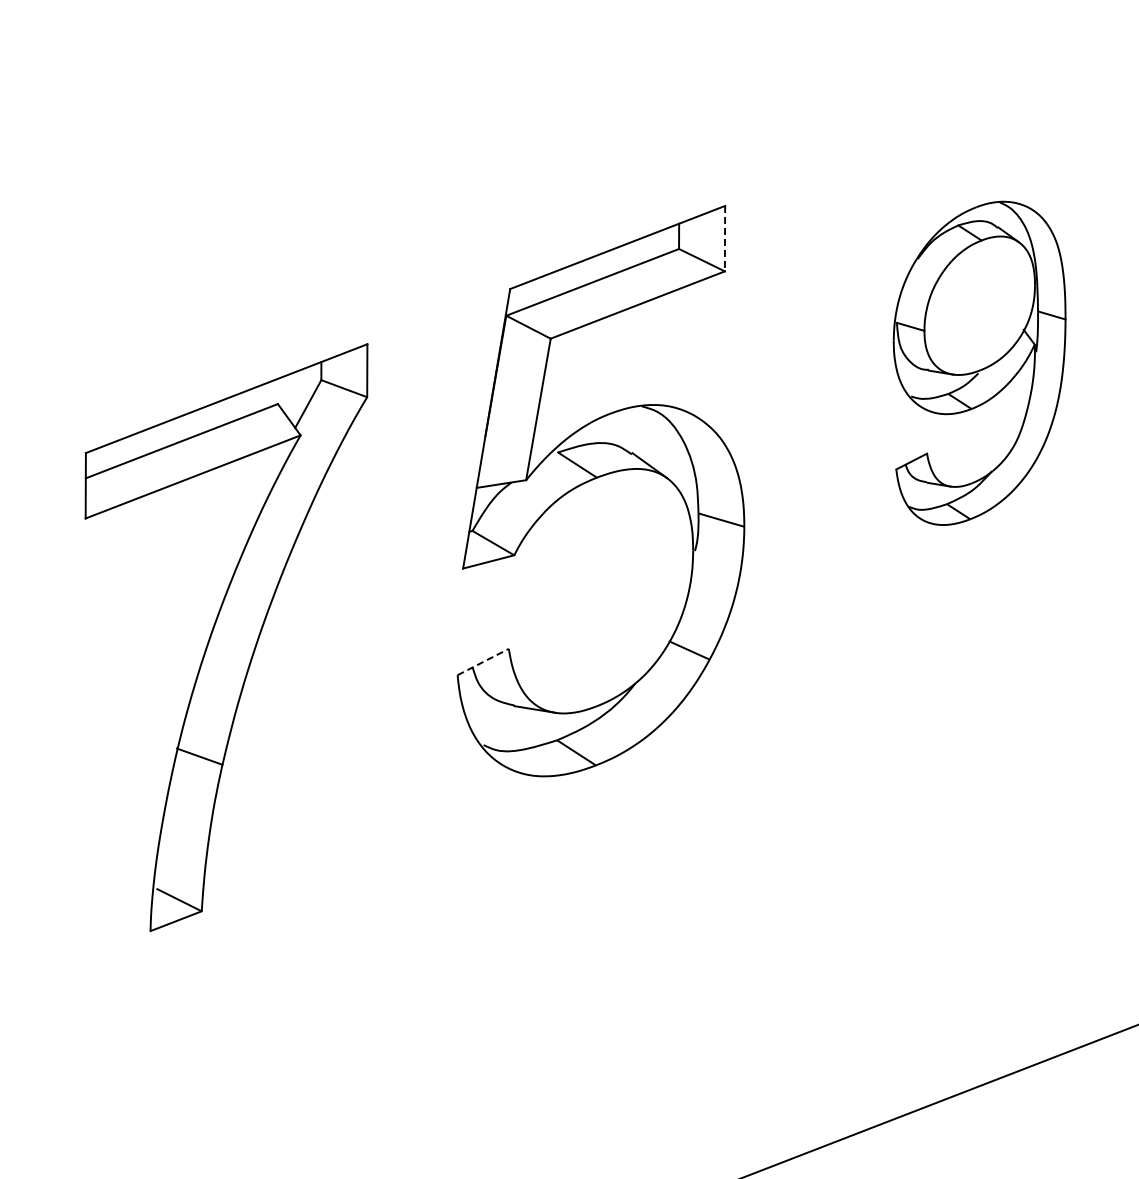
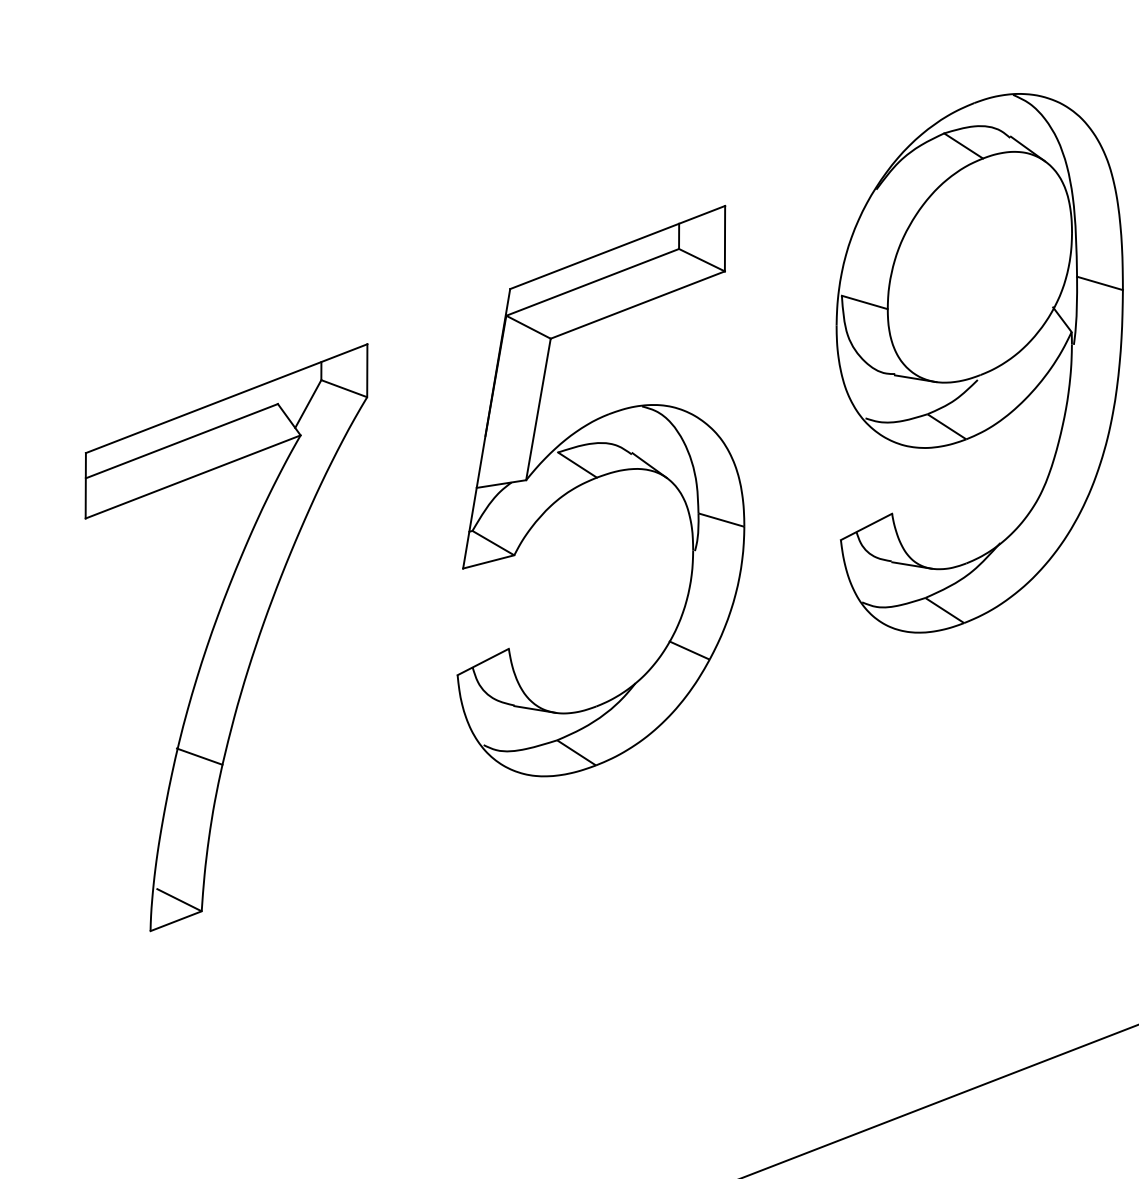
line at (725, 238): dashed -> solid
part at (979, 362) size: 175x326 px -> 289x541 px
line at (483, 662): dashed -> solid
